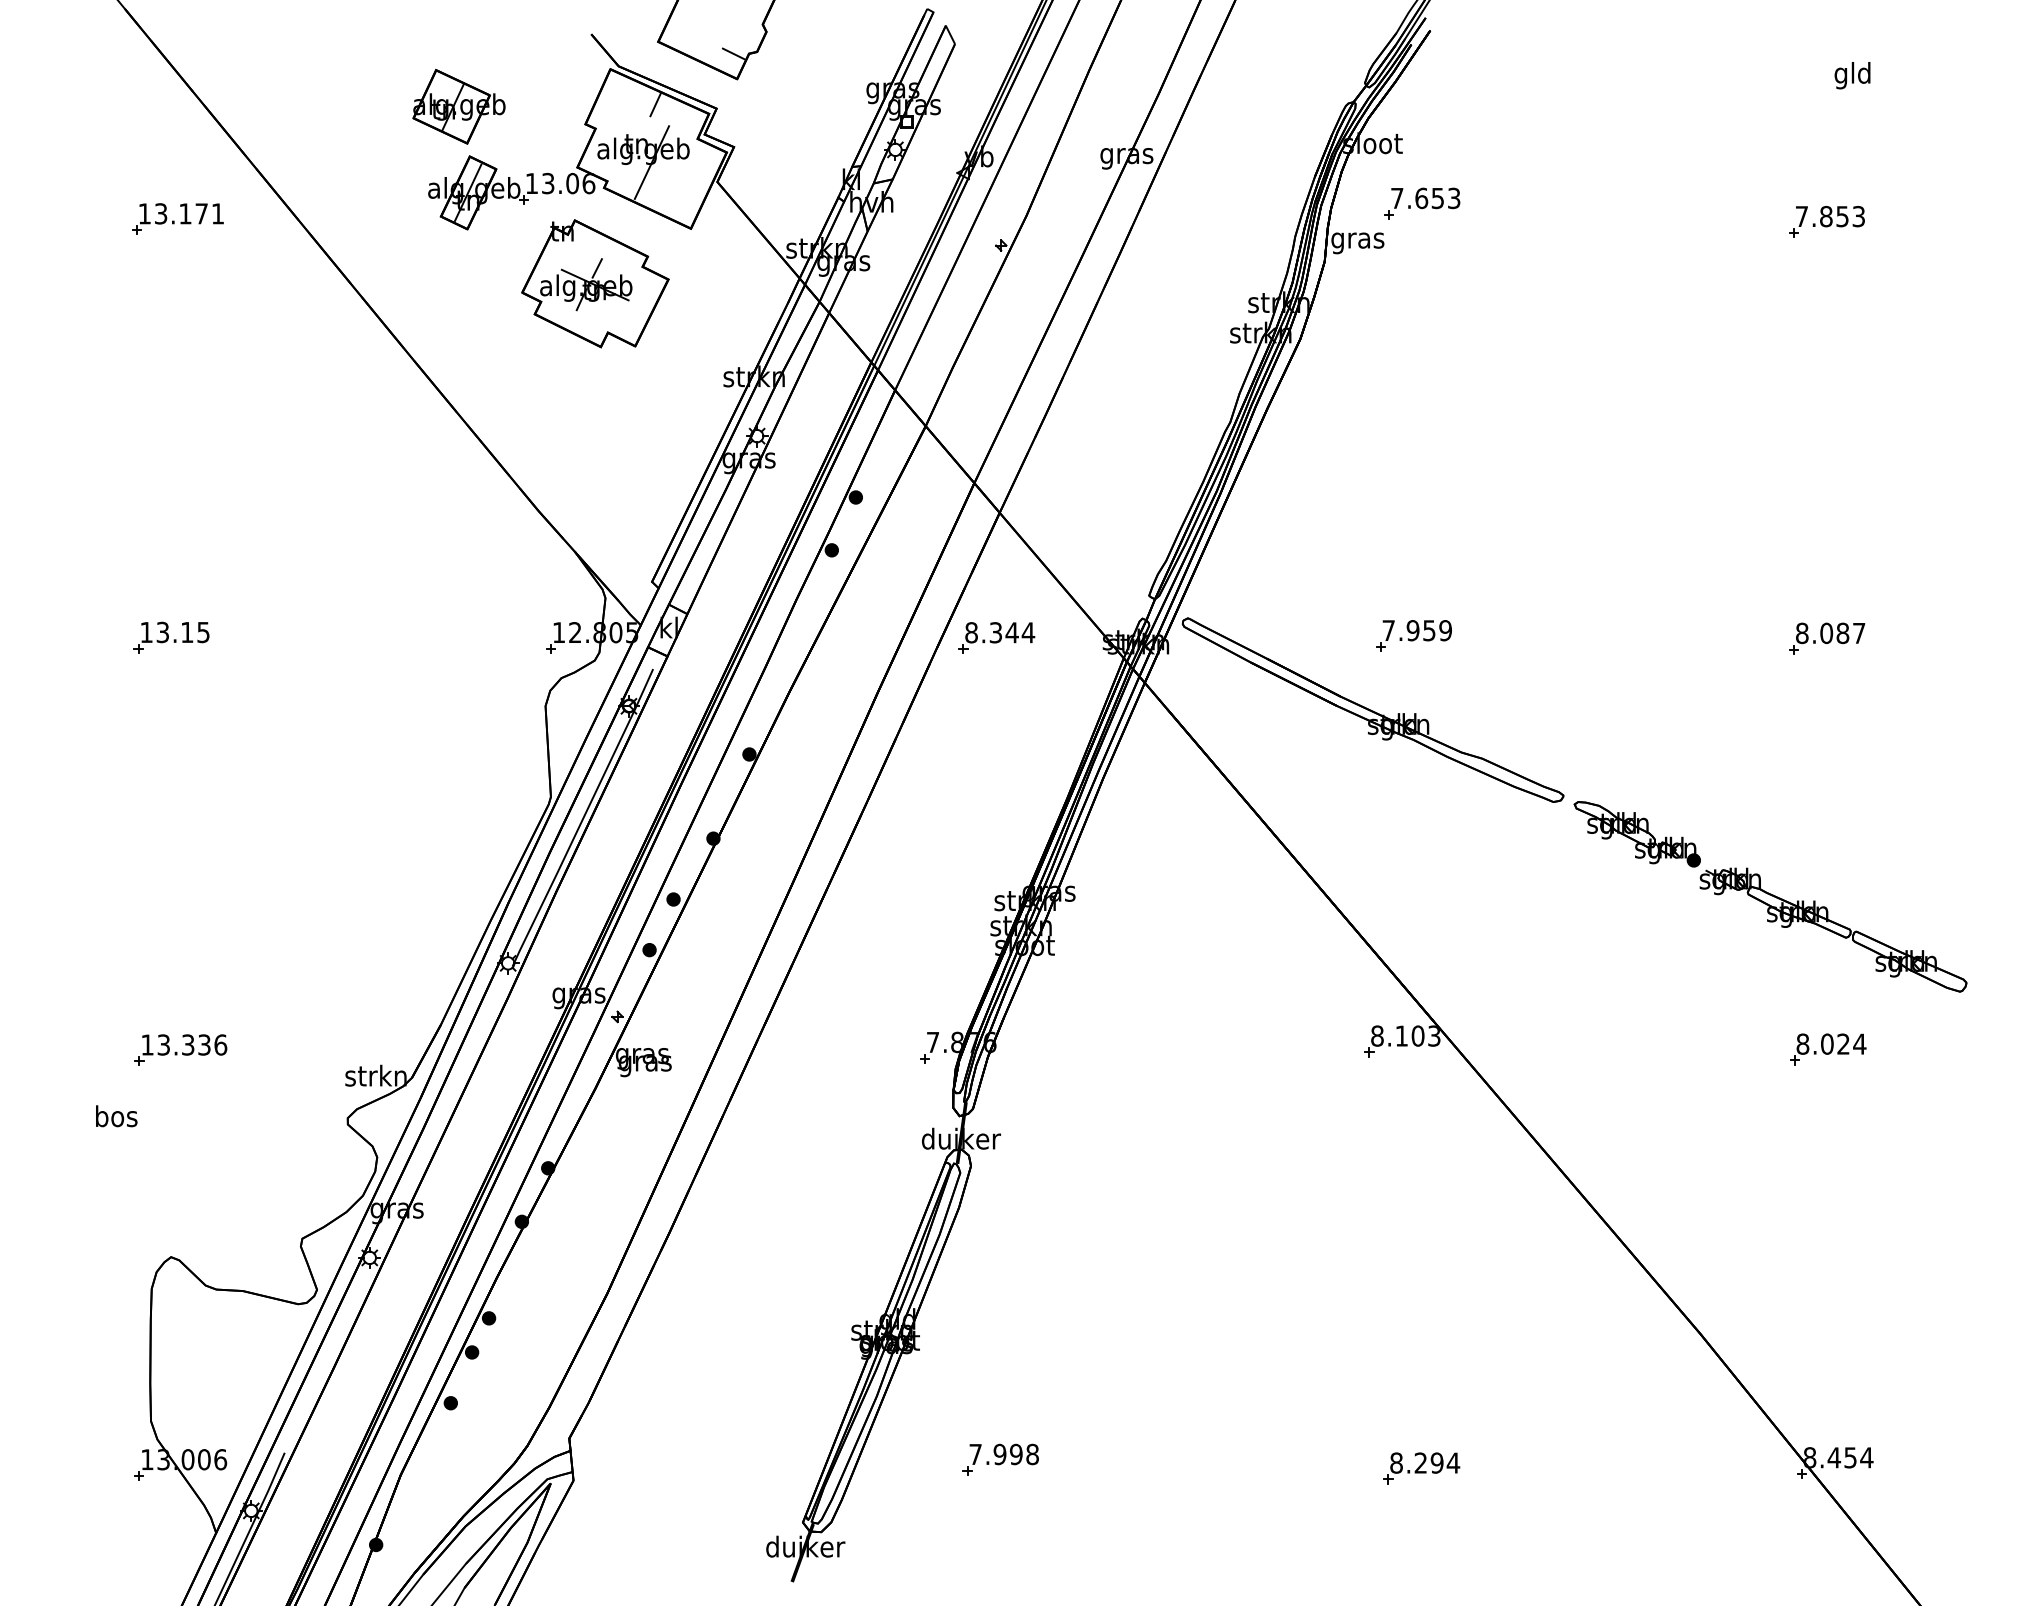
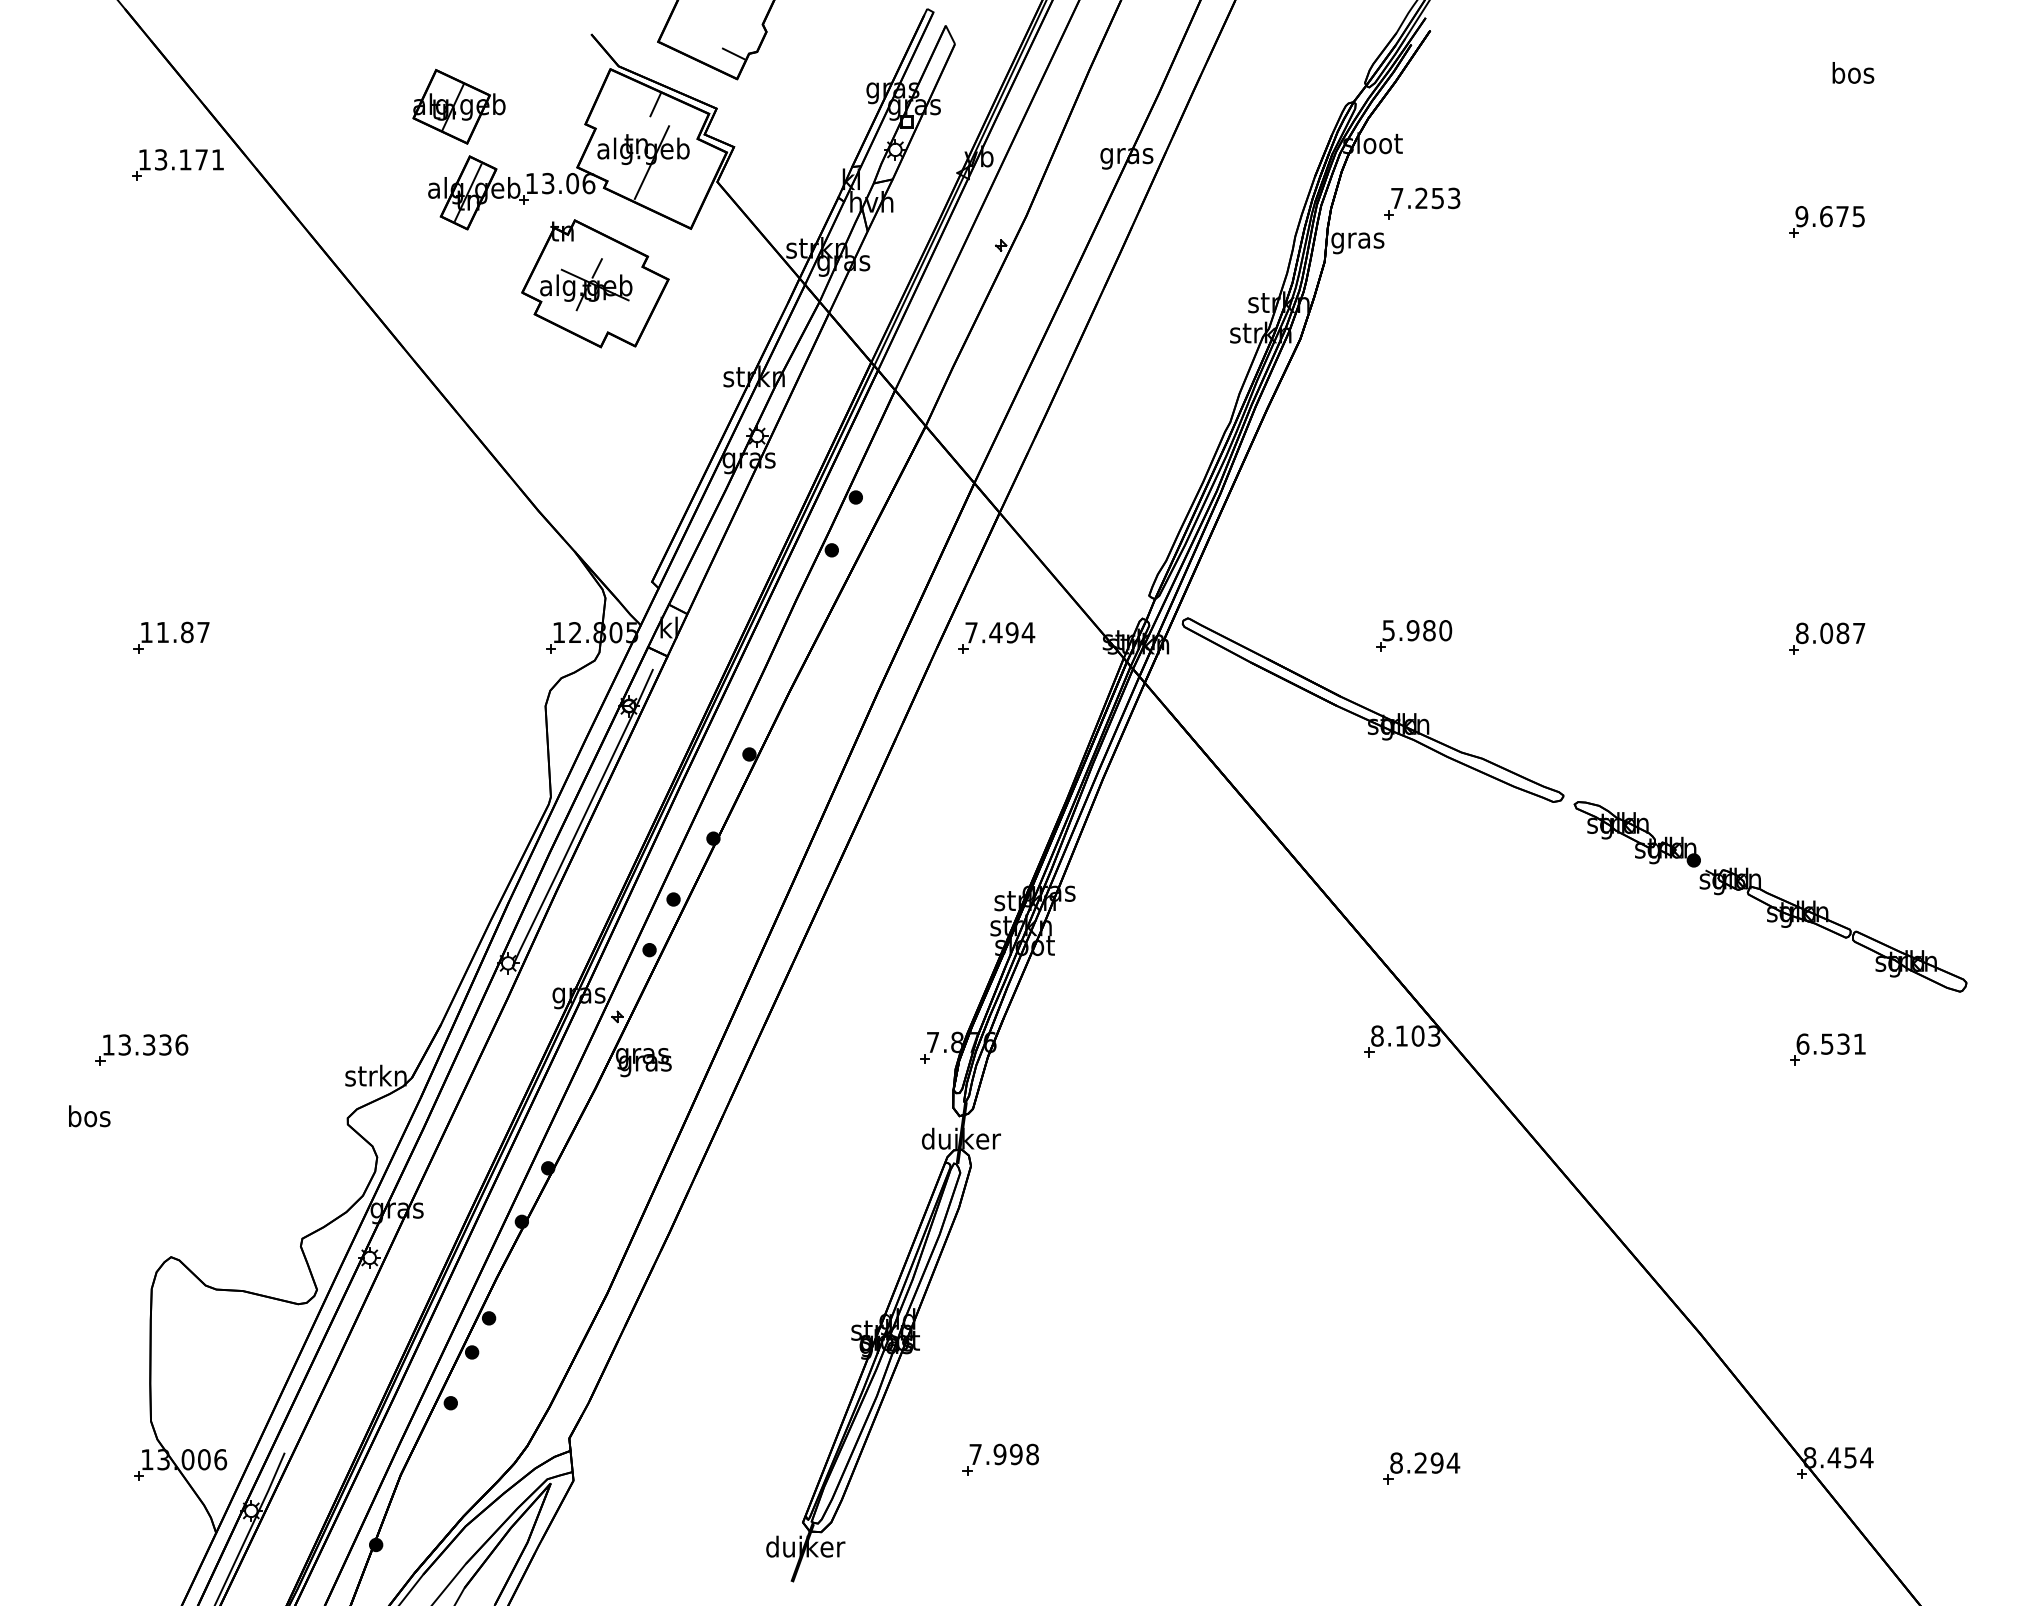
text at (1853, 75): gld -> bos
text at (1421, 198): 7.653 -> 7.253
text at (1829, 216): 7.853 -> 9.675
part at (177, 218) position: (177, 218) -> (177, 164)
text at (1417, 630): 7.959 -> 5.980
text at (182, 632): 13.15 -> 11.87
text at (991, 632): 8.344 -> 7.494
text at (1831, 1043): 8.024 -> 6.531
part at (180, 1049) position: (180, 1049) -> (141, 1049)
text at (116, 1116) position: (116, 1116) -> (89, 1116)
